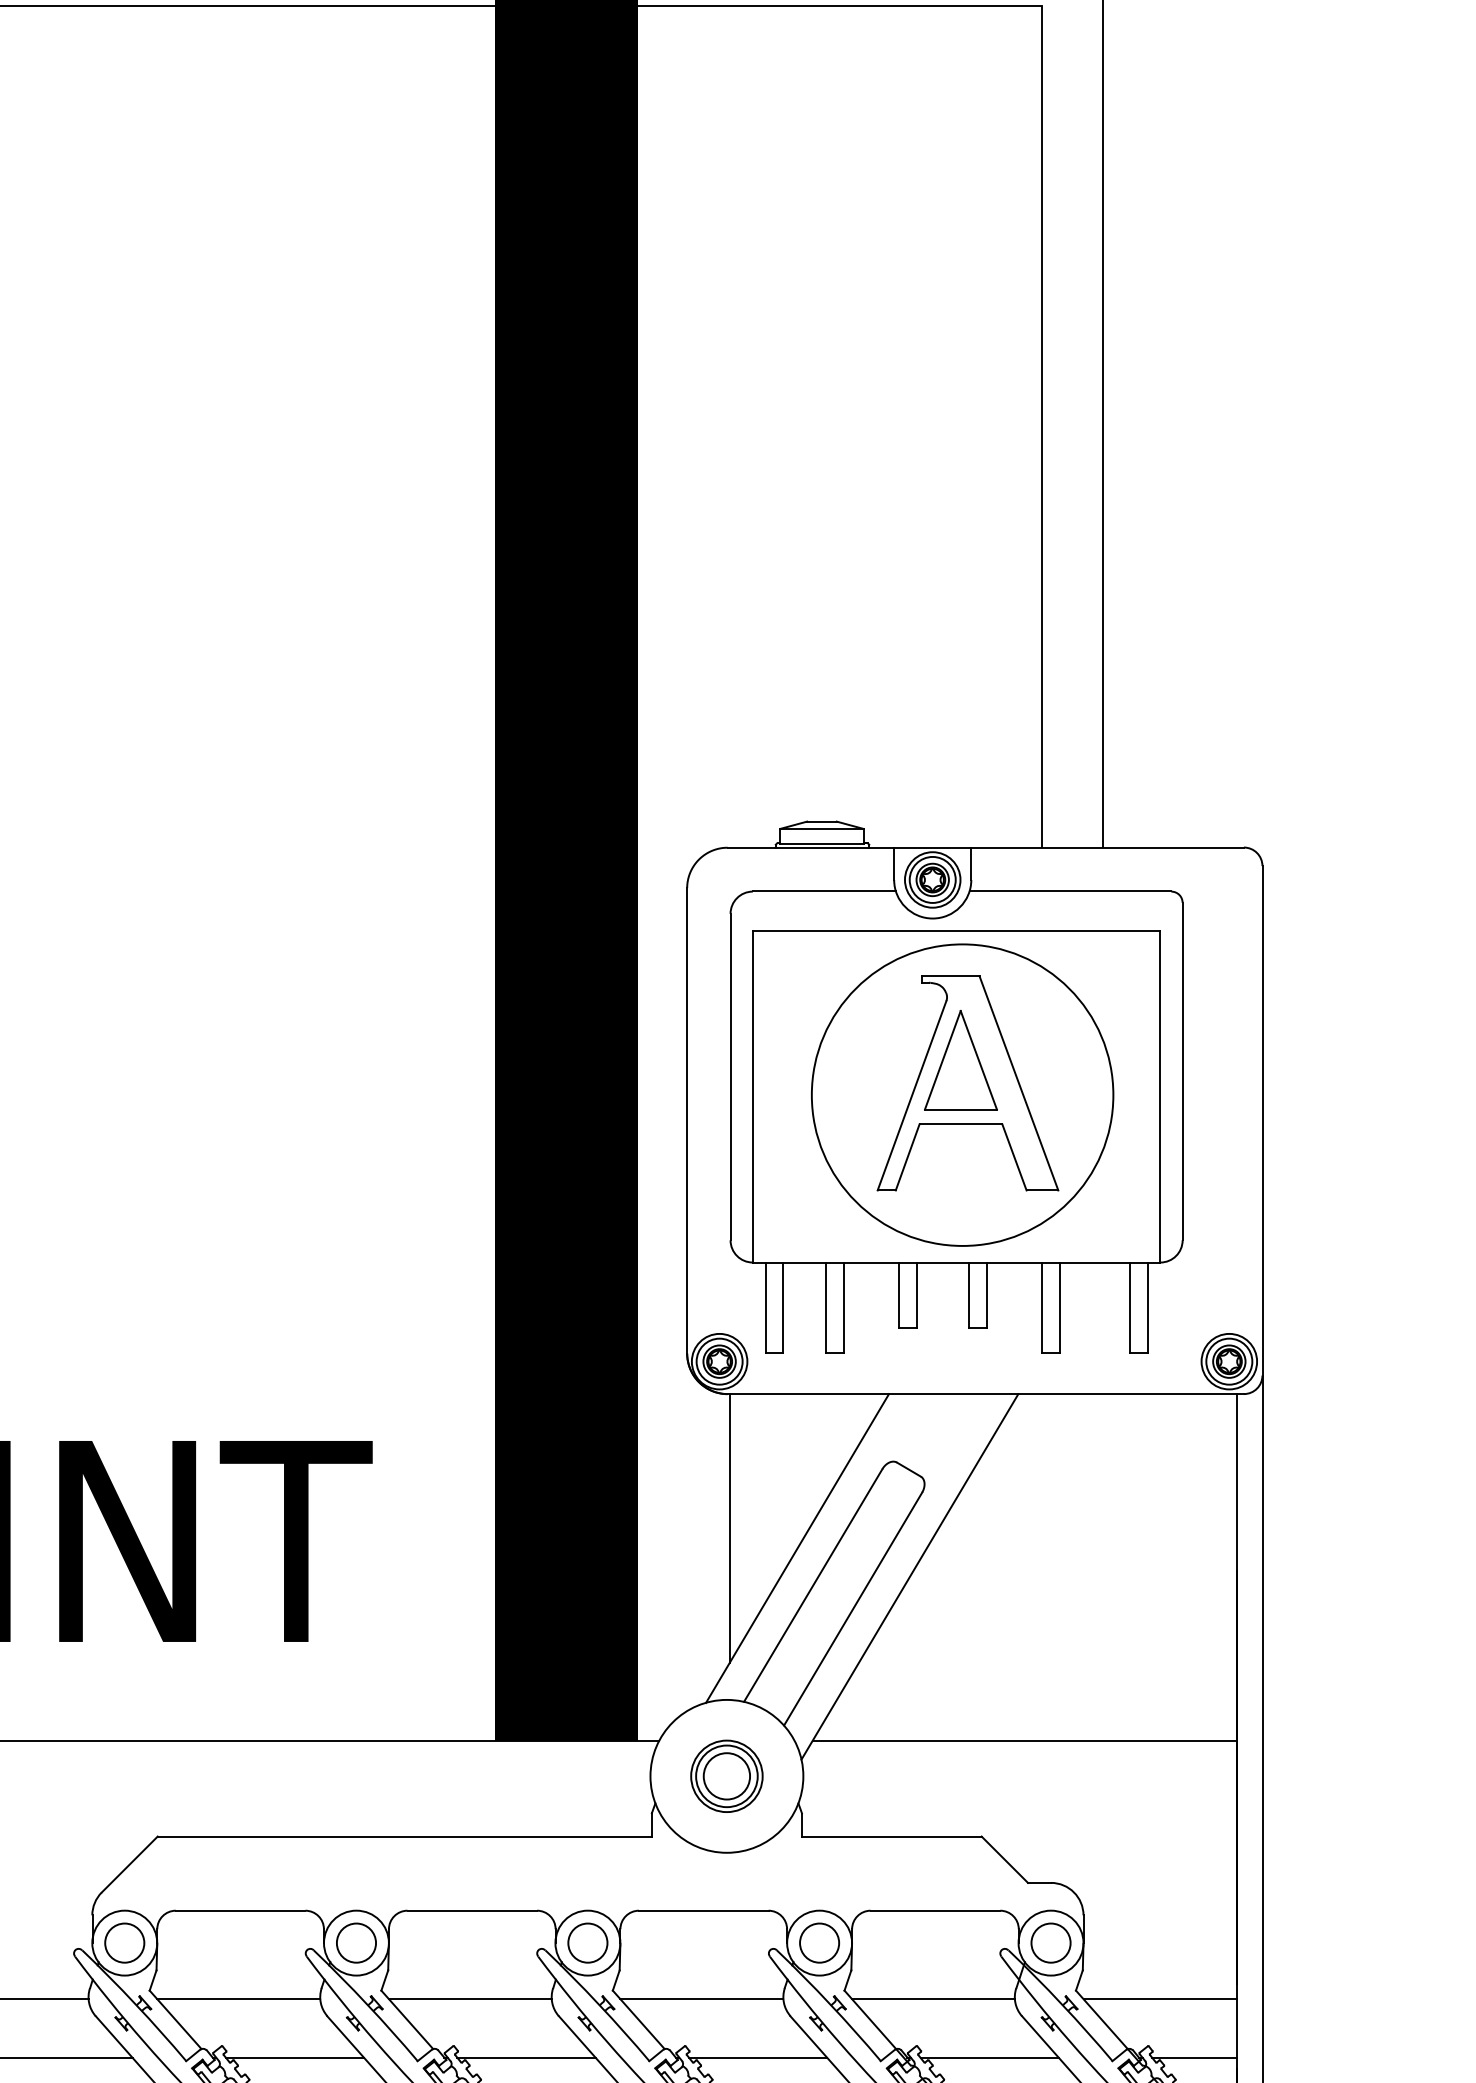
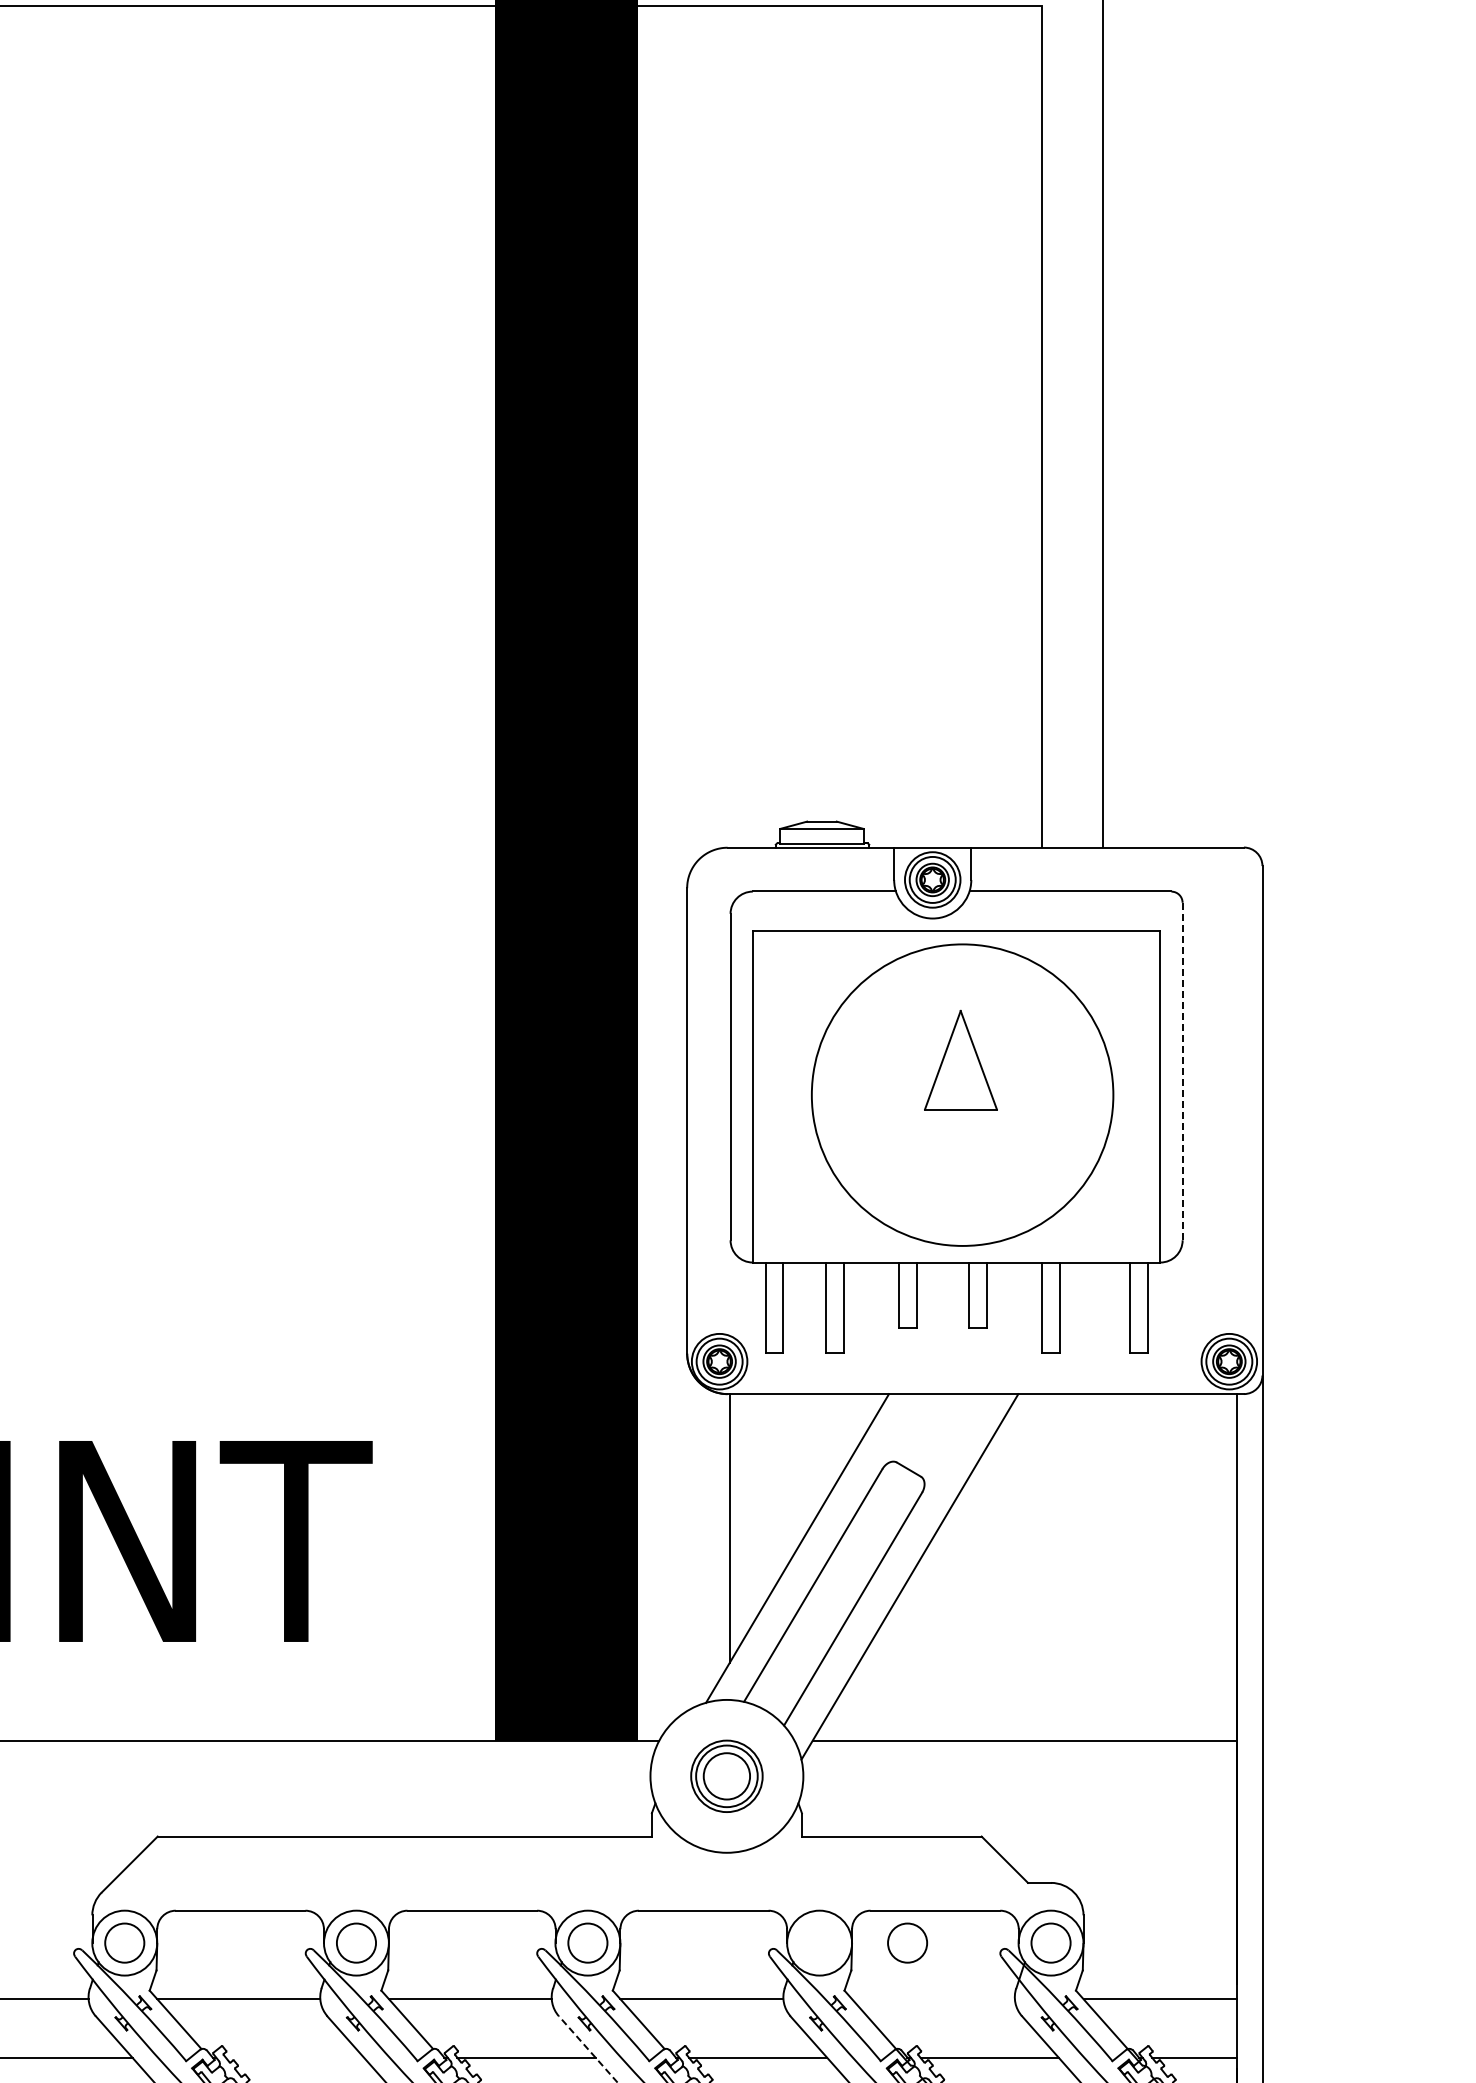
line at (1182, 1071): solid -> dashed
part at (967, 1083): present -> none
circle at (819, 1942) position: (819, 1942) -> (907, 1942)
line at (933, 1998): present -> none
line at (588, 2049): solid -> dashed
line at (294, 2057): present -> none
